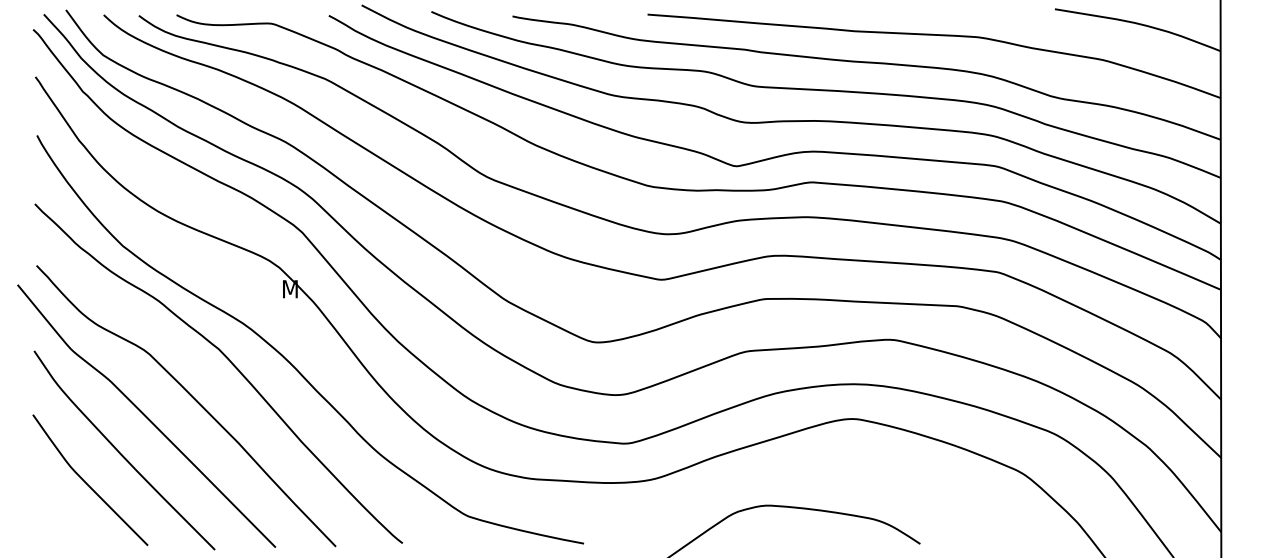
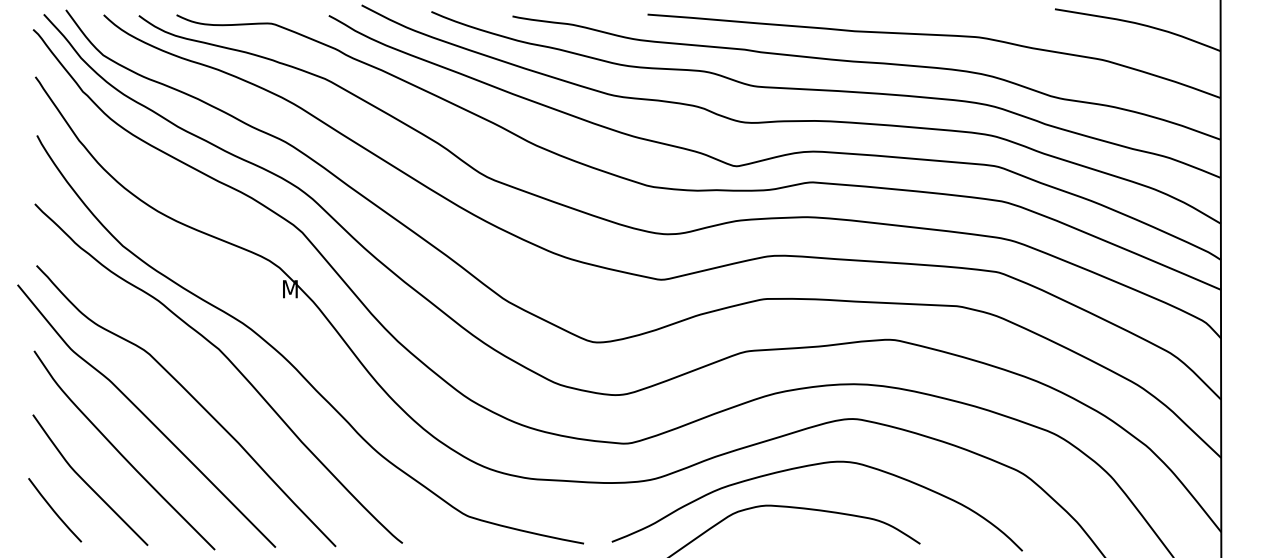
curve at (810, 466): none -> present
curve at (54, 510): none -> present
